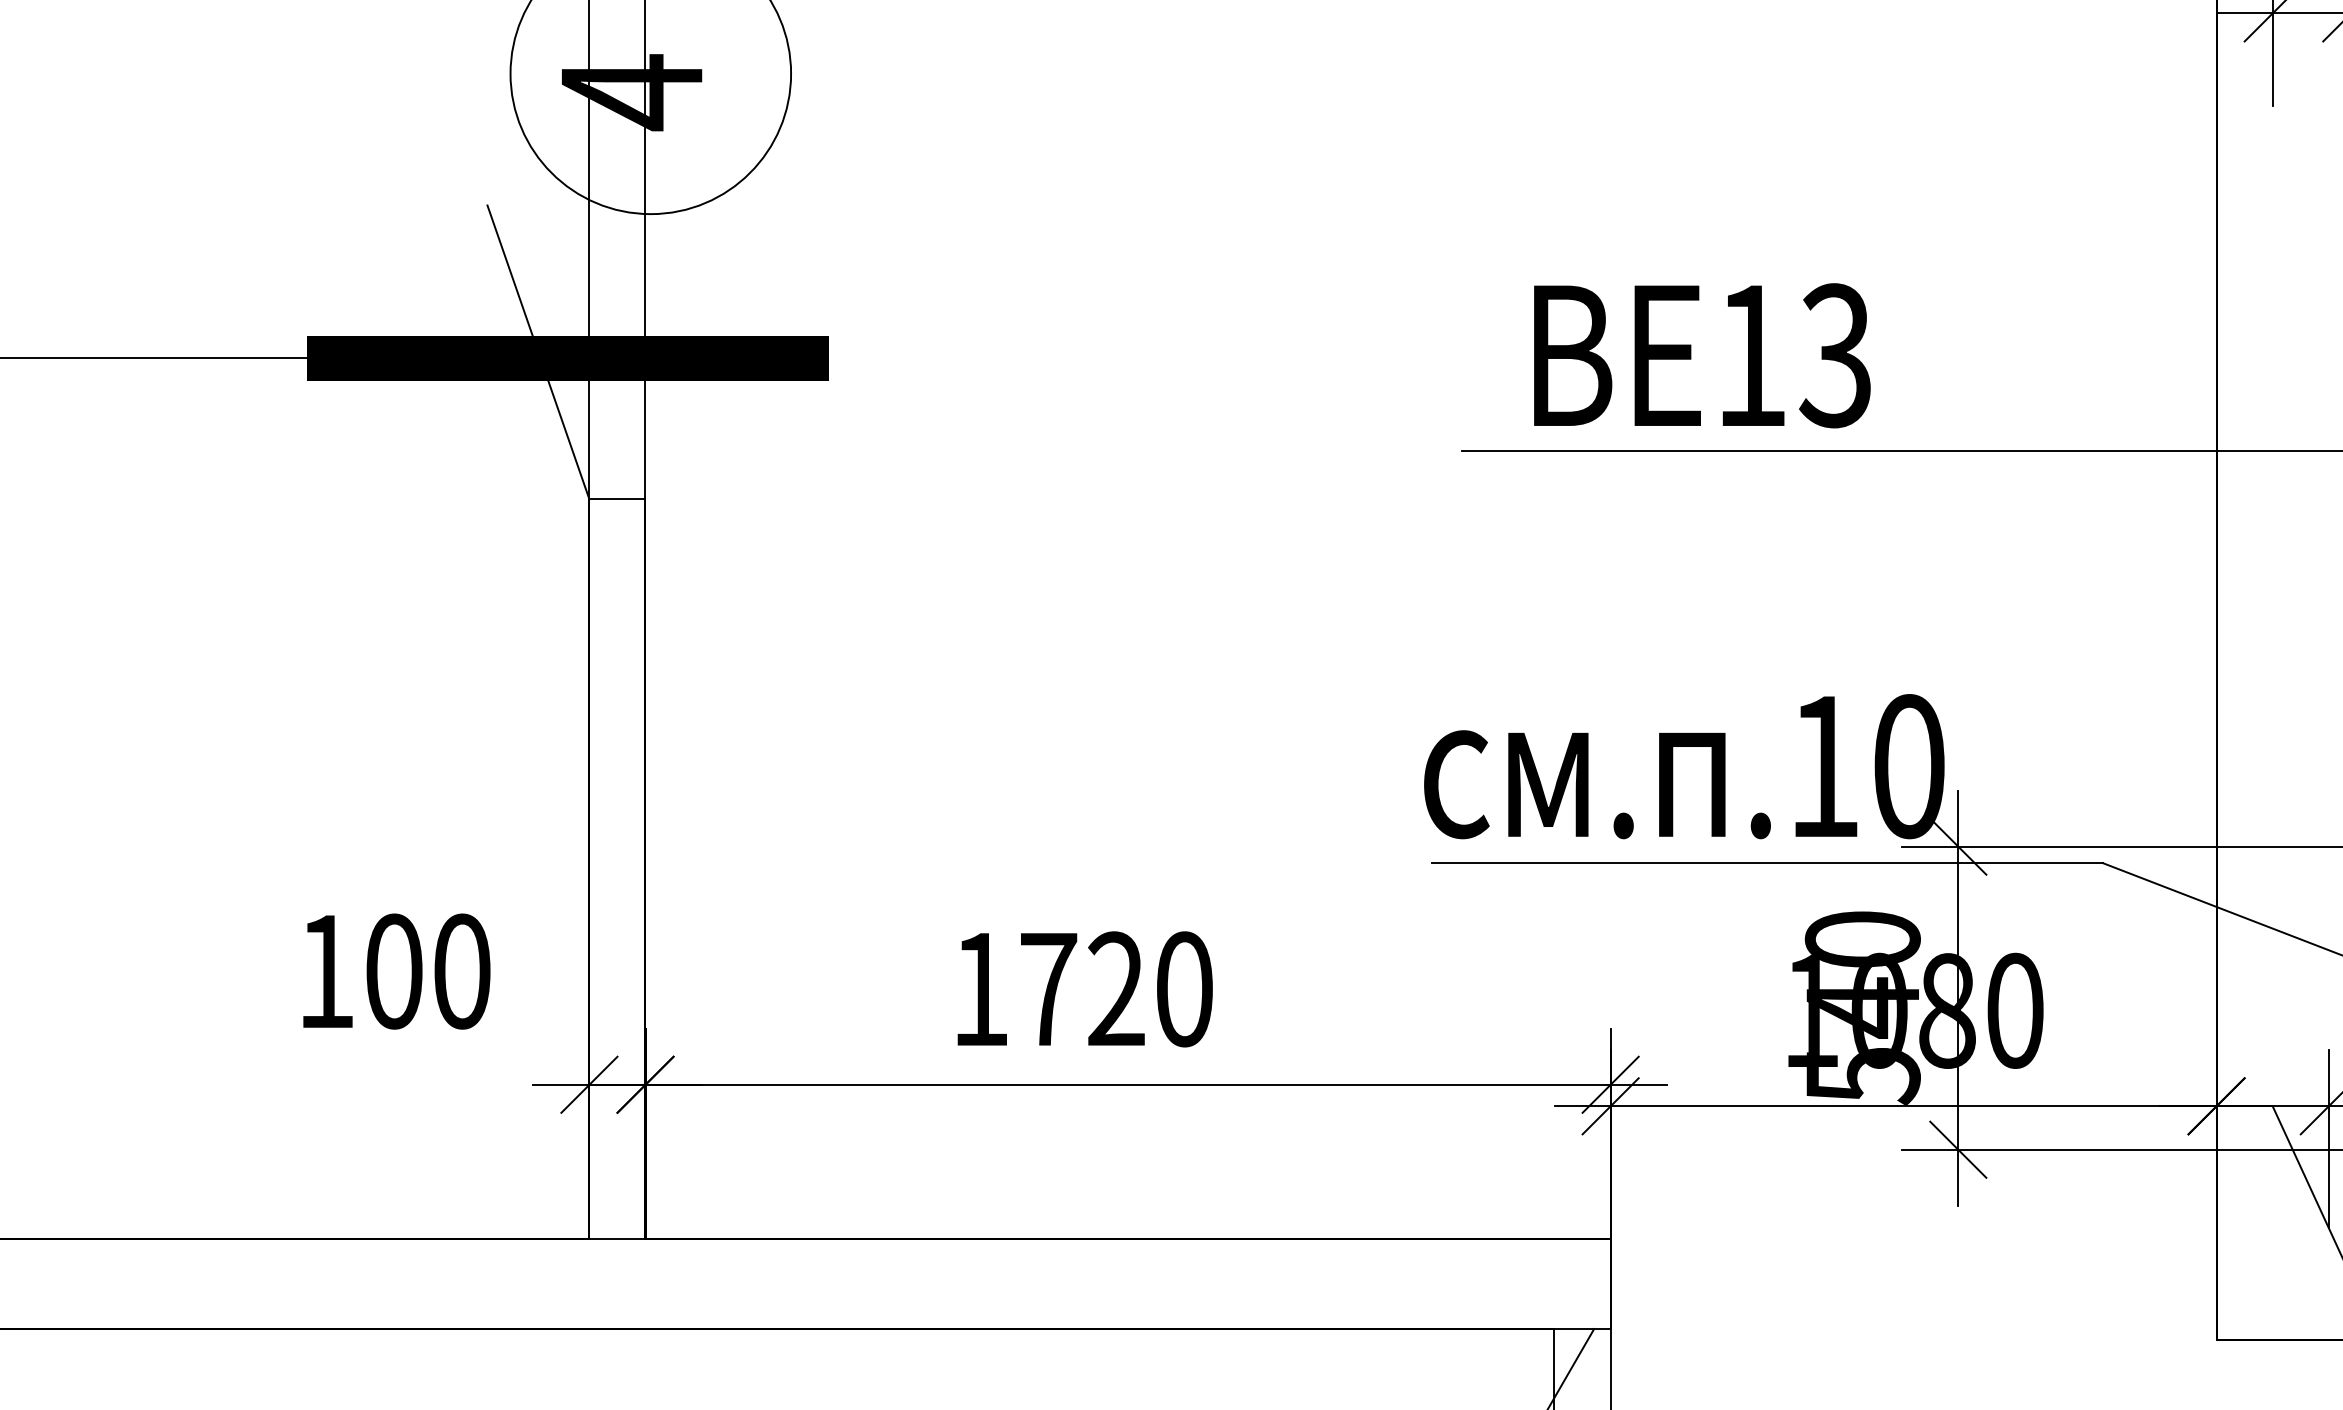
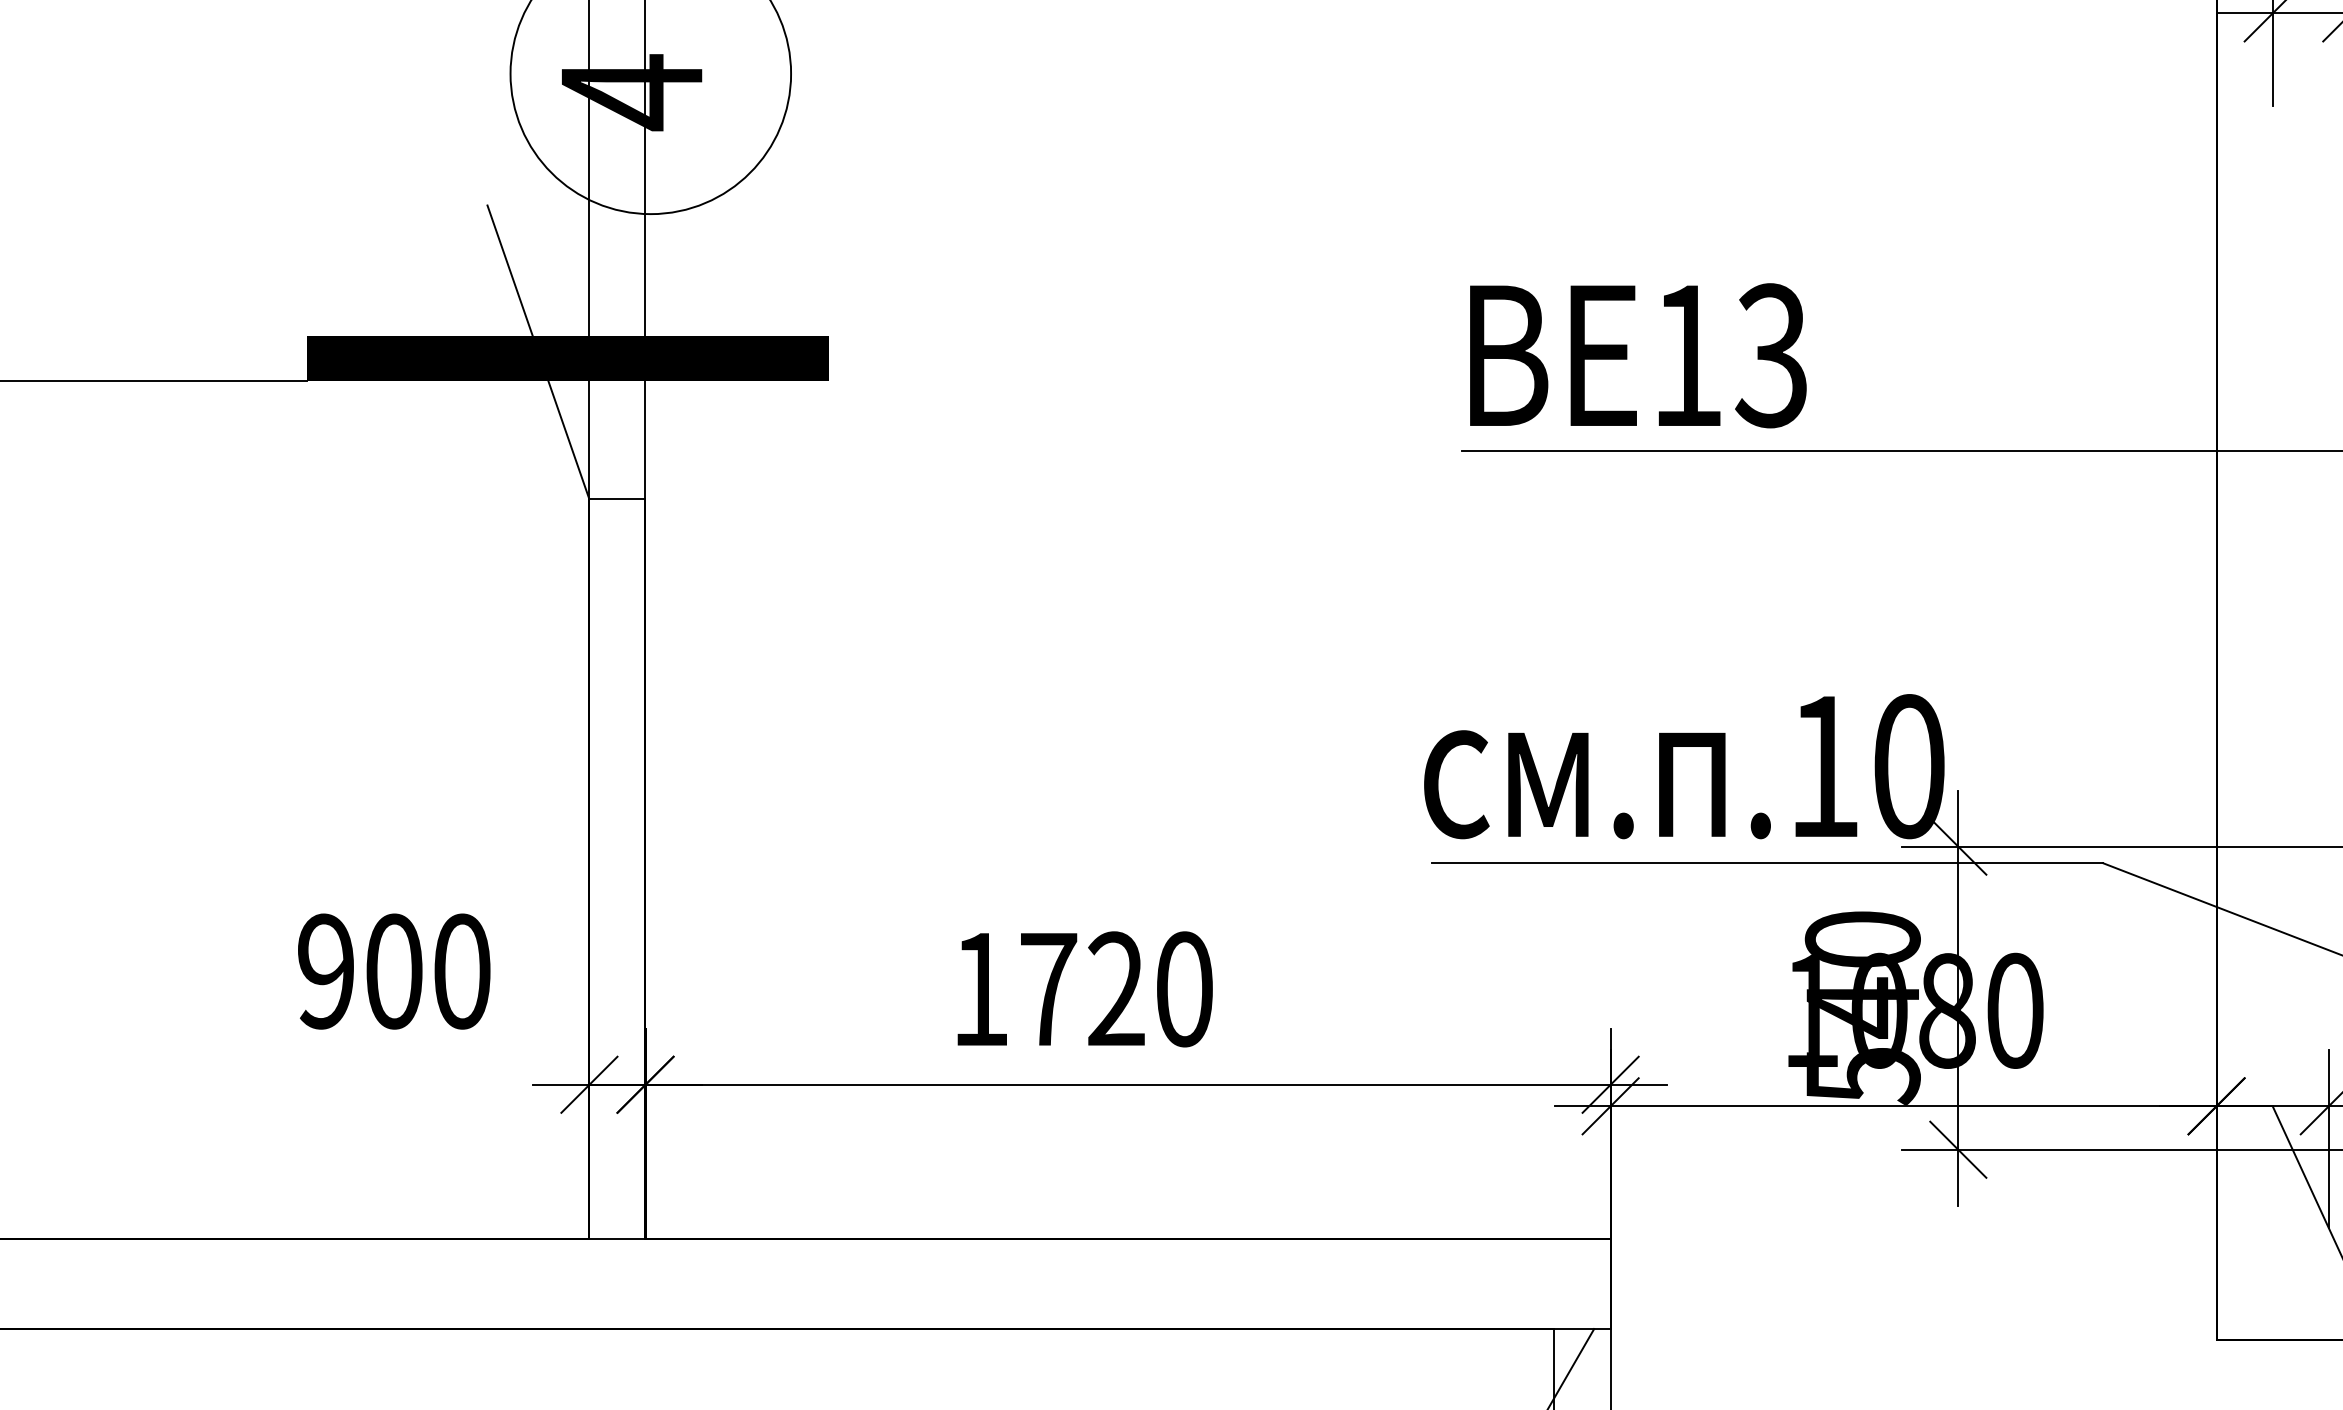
text at (1702, 355) position: (1702, 355) -> (1638, 355)
line at (154, 358) position: (154, 358) -> (154, 381)
text at (325, 971): 100 -> 900
